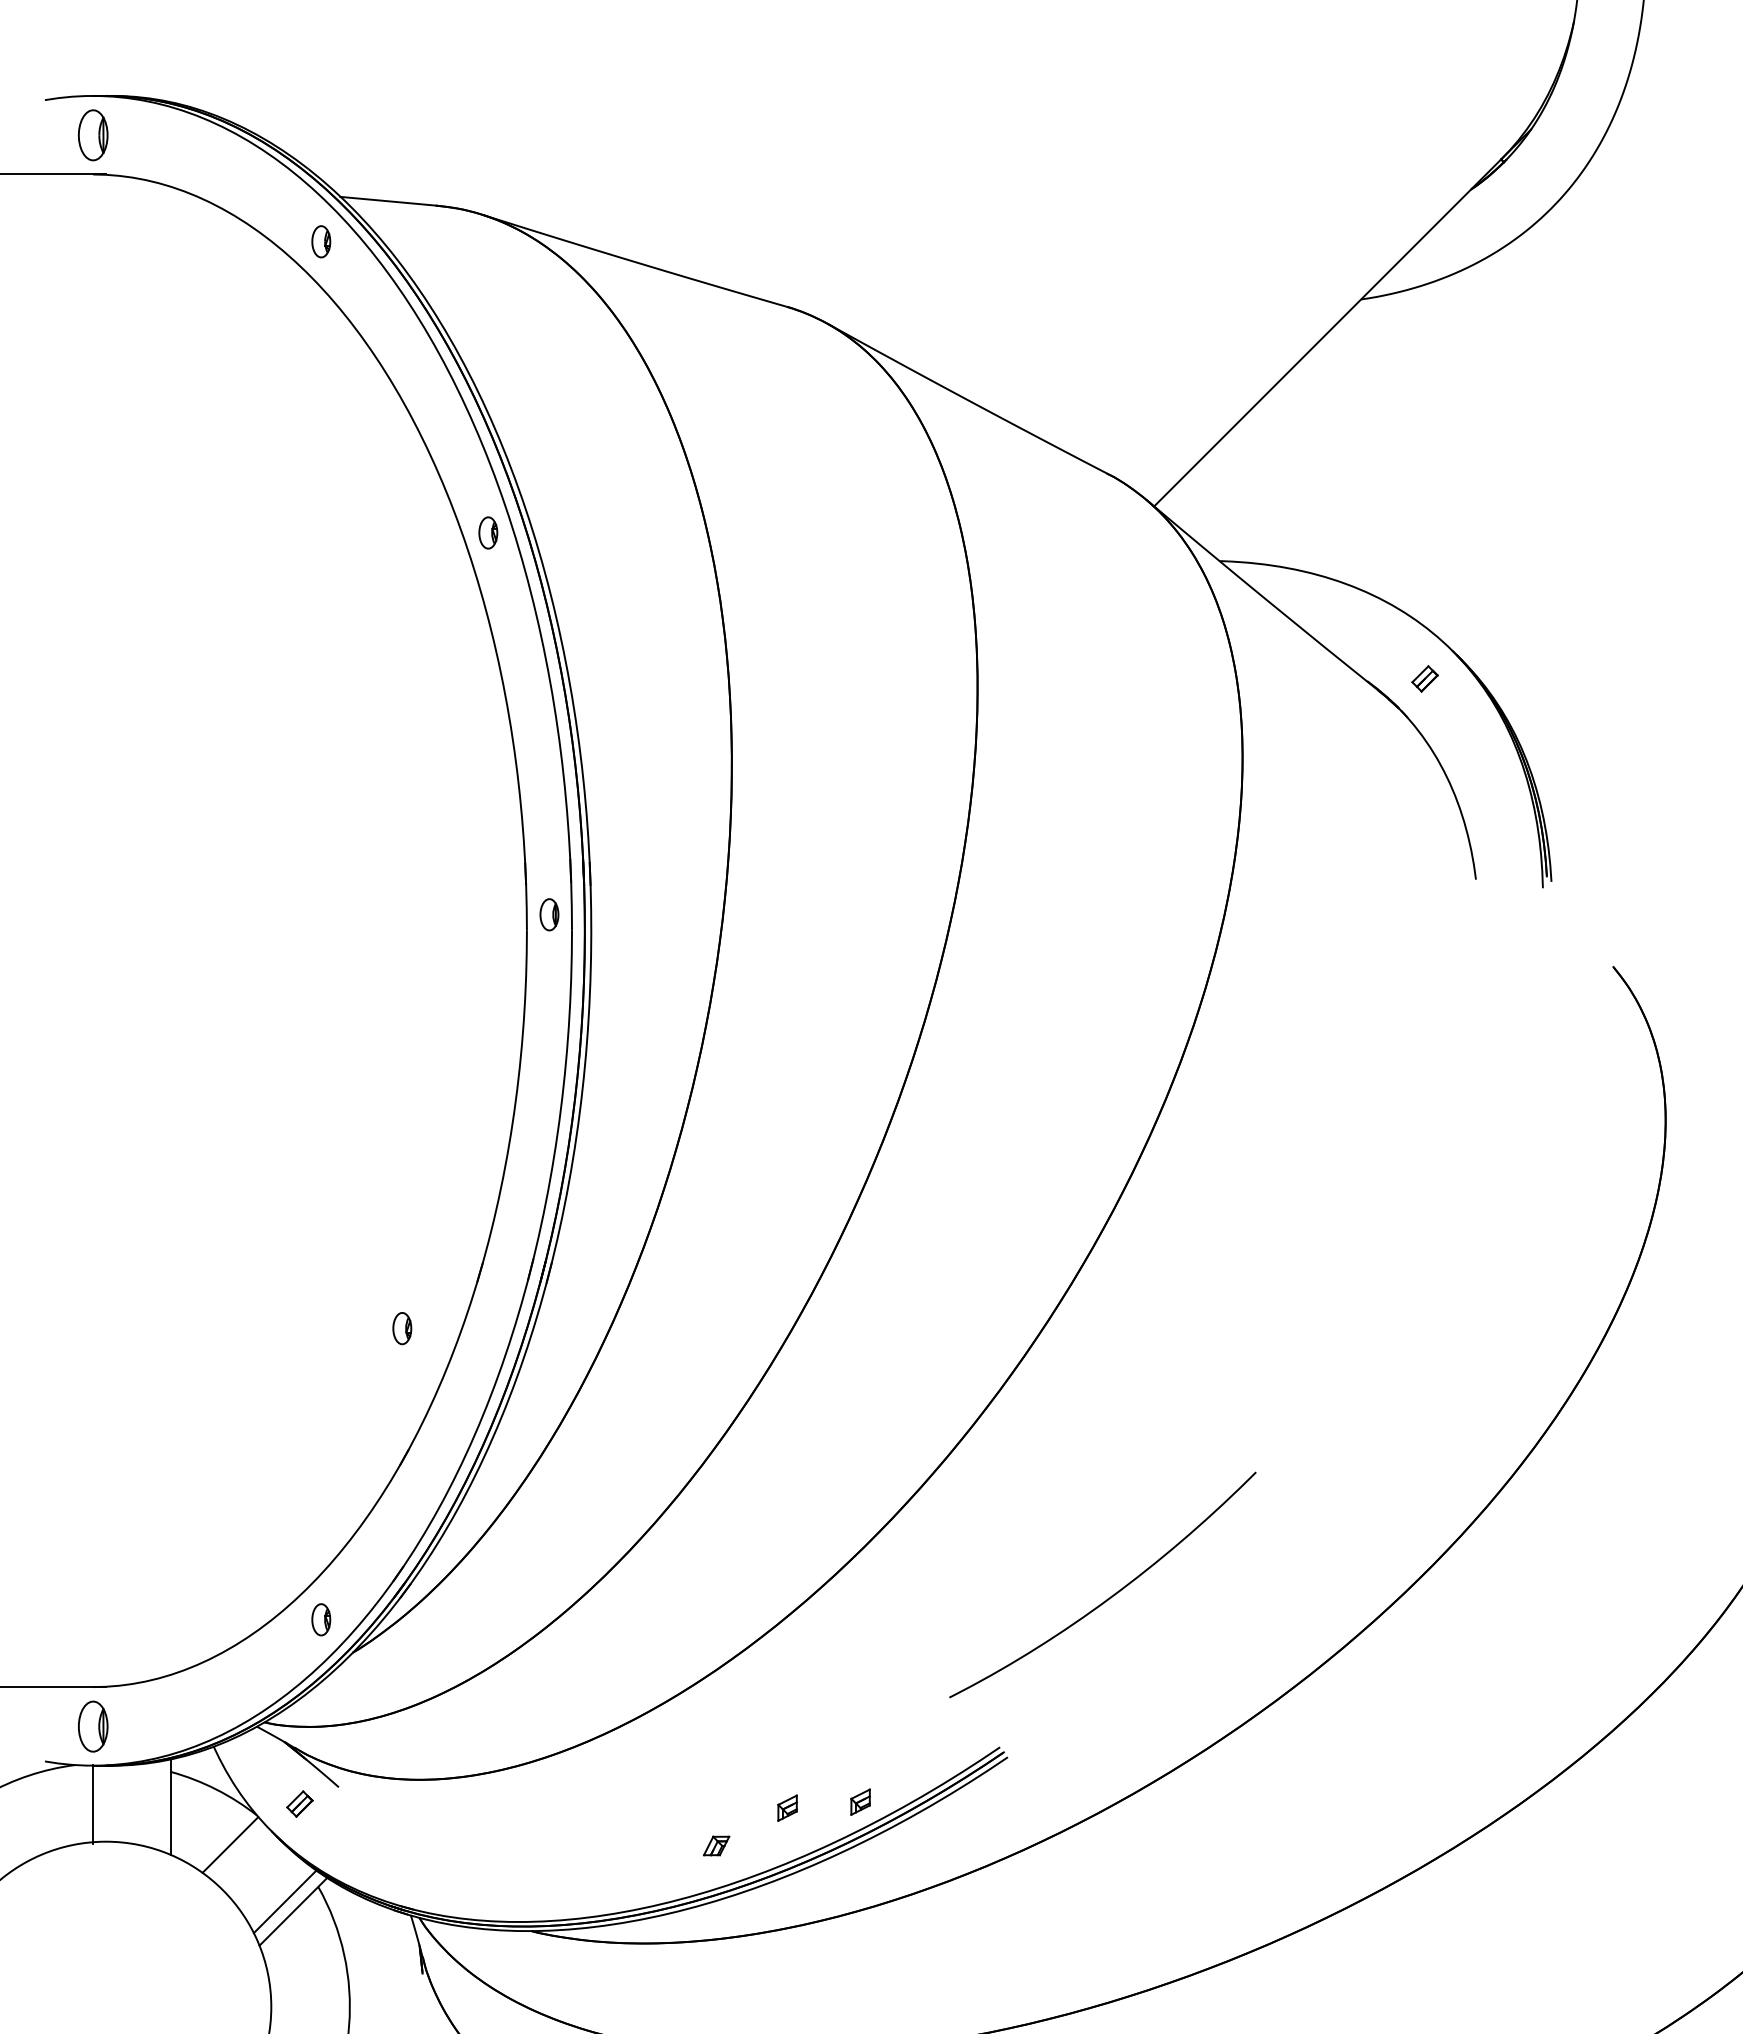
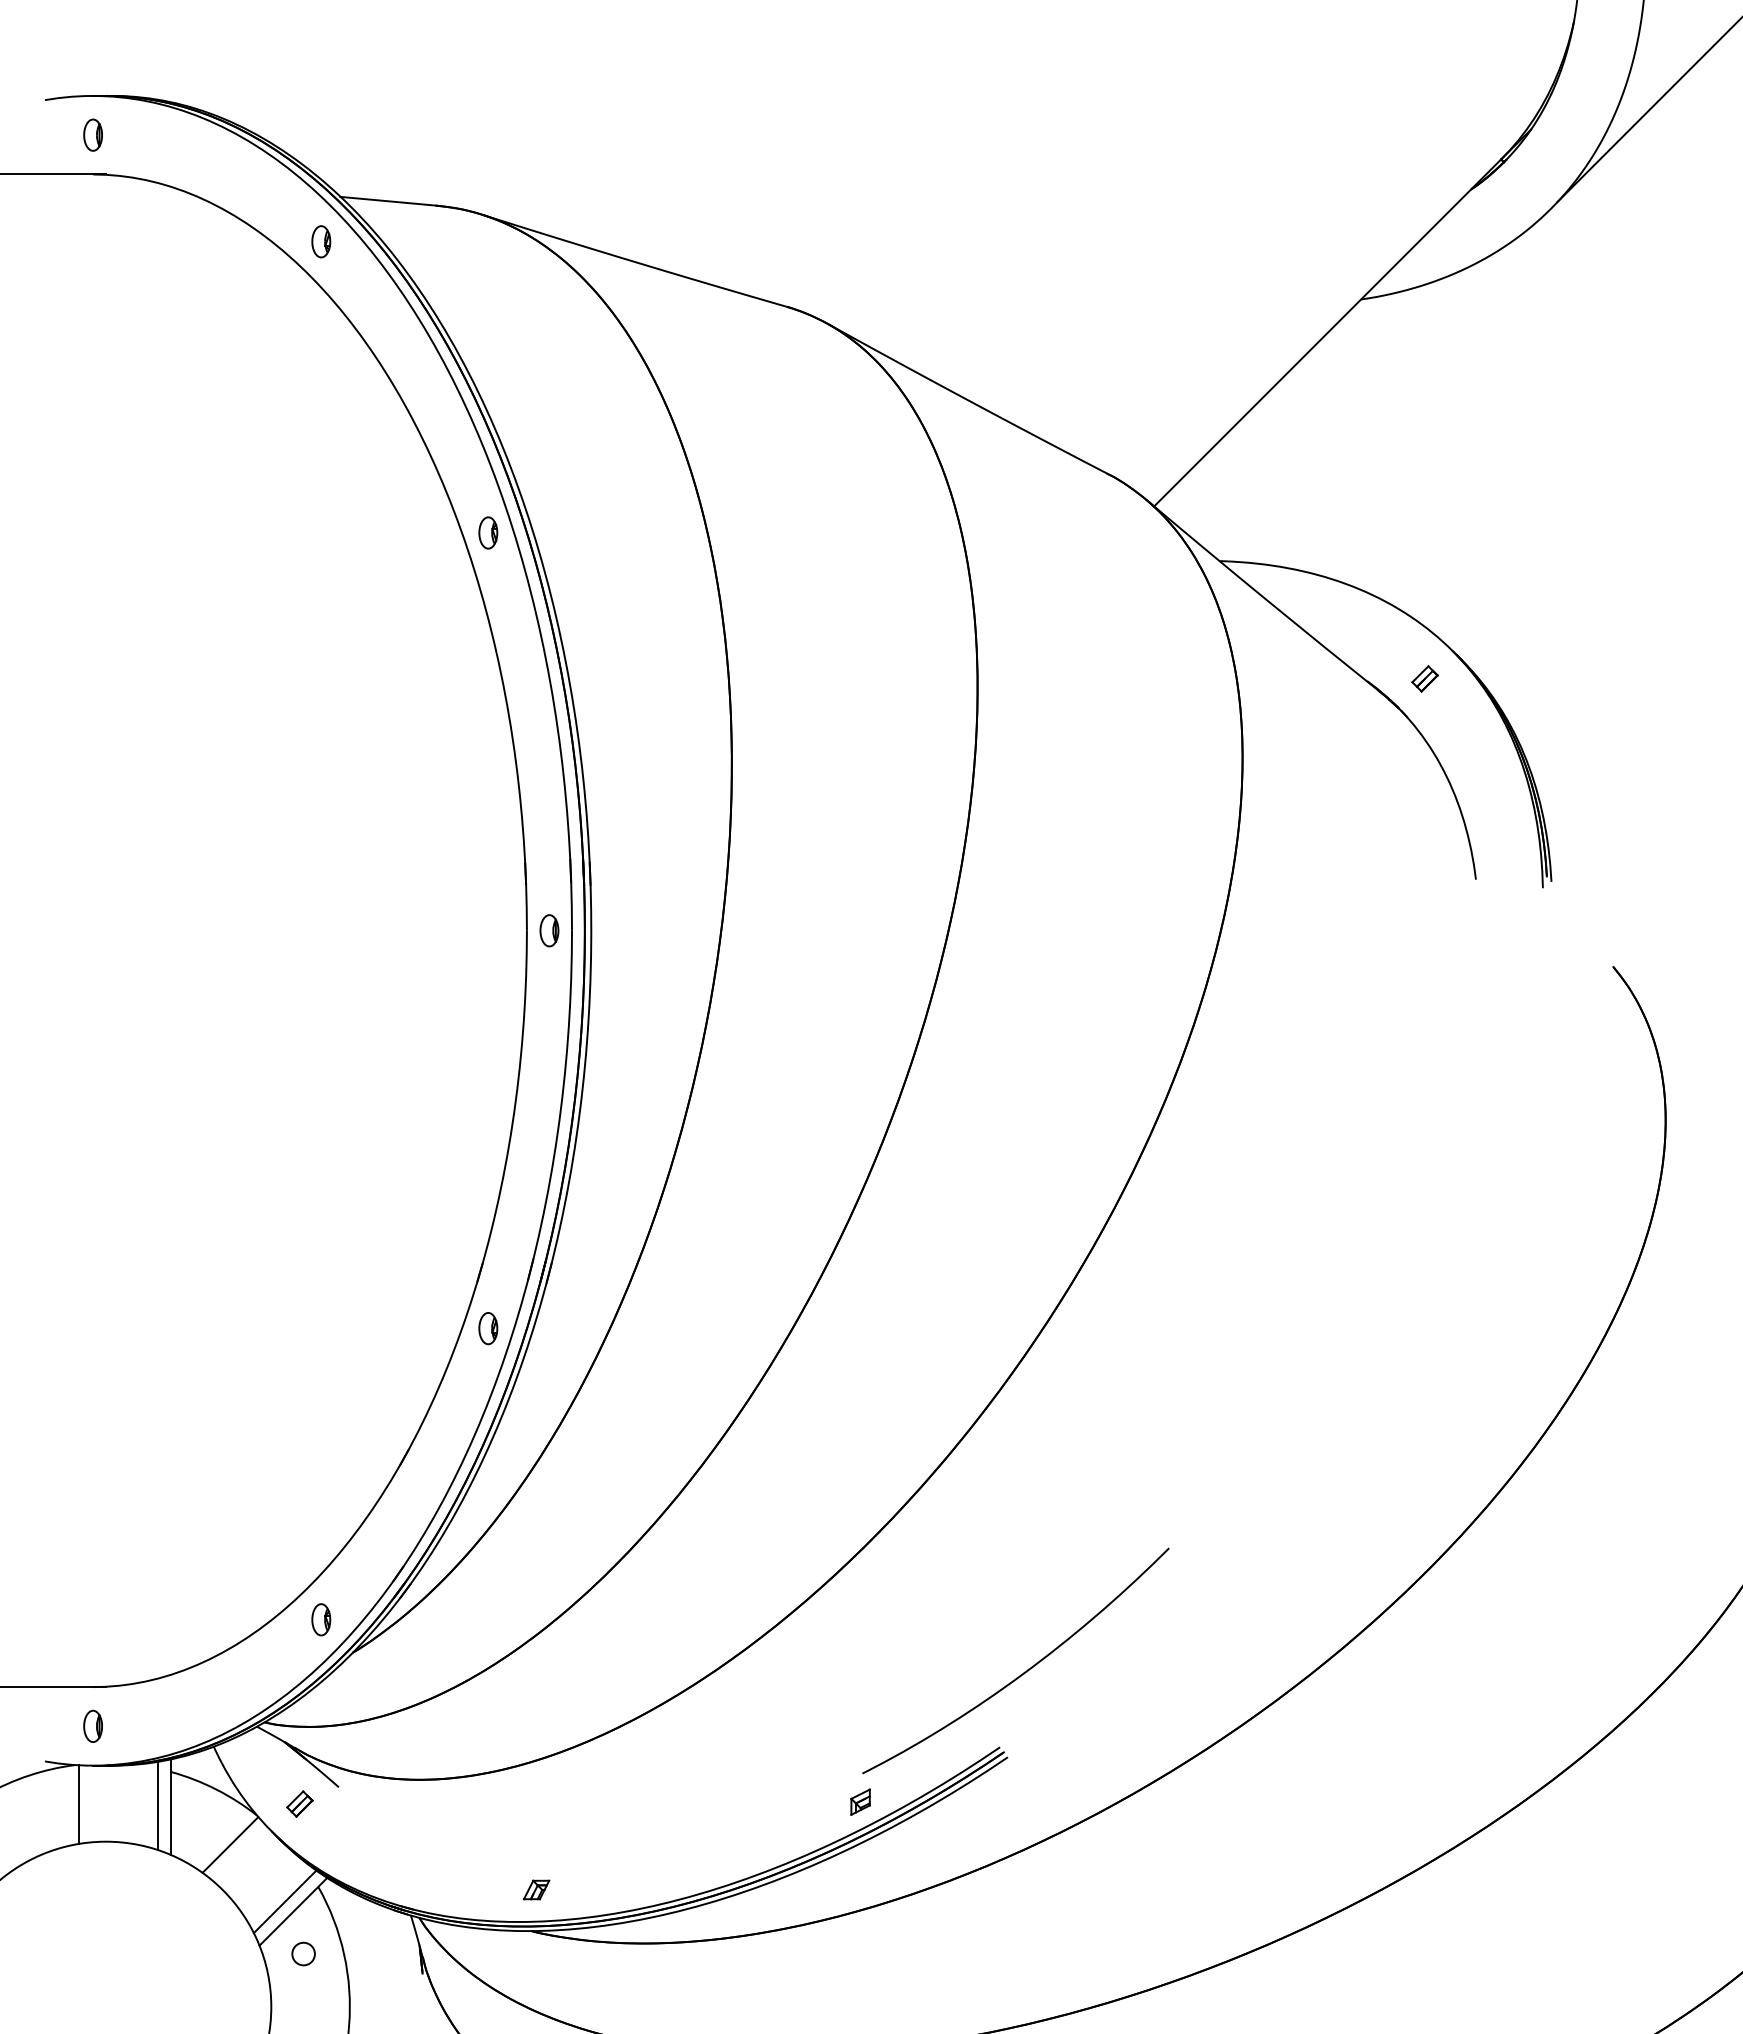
line at (1648, 110): none -> present
part at (92, 135) size: 32x53 px -> 20x34 px
part at (549, 914) position: (549, 914) -> (549, 930)
part at (402, 1328) position: (402, 1328) -> (488, 1328)
curve at (1111, 1595) position: (1111, 1595) -> (1024, 1671)
part at (93, 1726) size: 31x53 px -> 20x34 px
line at (93, 1804) position: (93, 1804) -> (79, 1804)
line at (158, 1805): none -> present
part at (787, 1807): present -> none
part at (716, 1845) position: (716, 1845) -> (536, 1889)
circle at (303, 1953): none -> present
